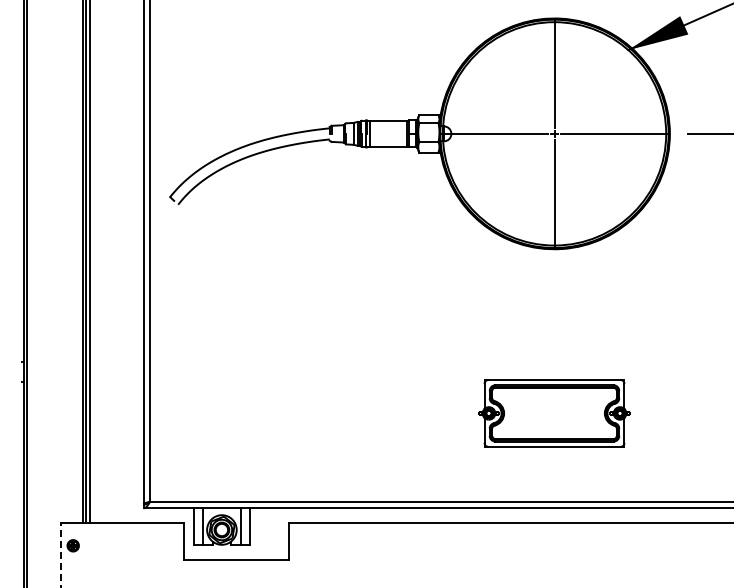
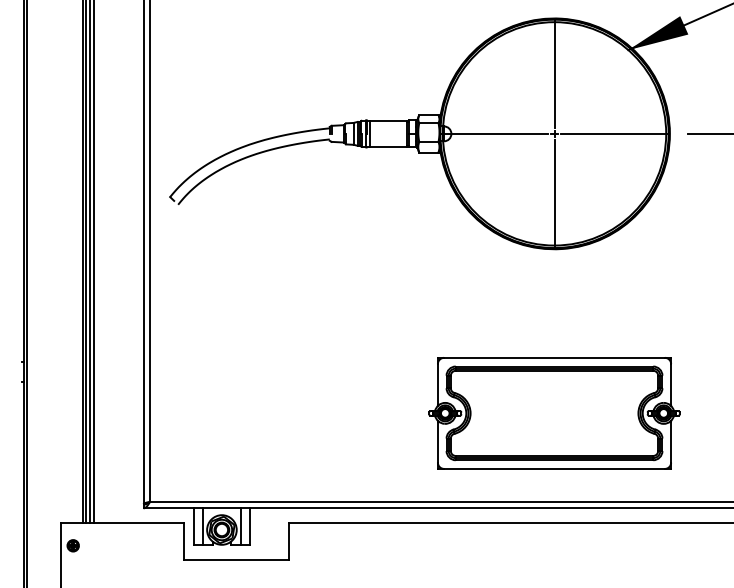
line at (93, 262): none -> present
part at (554, 413) size: 153x69 px -> 253x113 px
line at (60, 554): dashed -> solid
